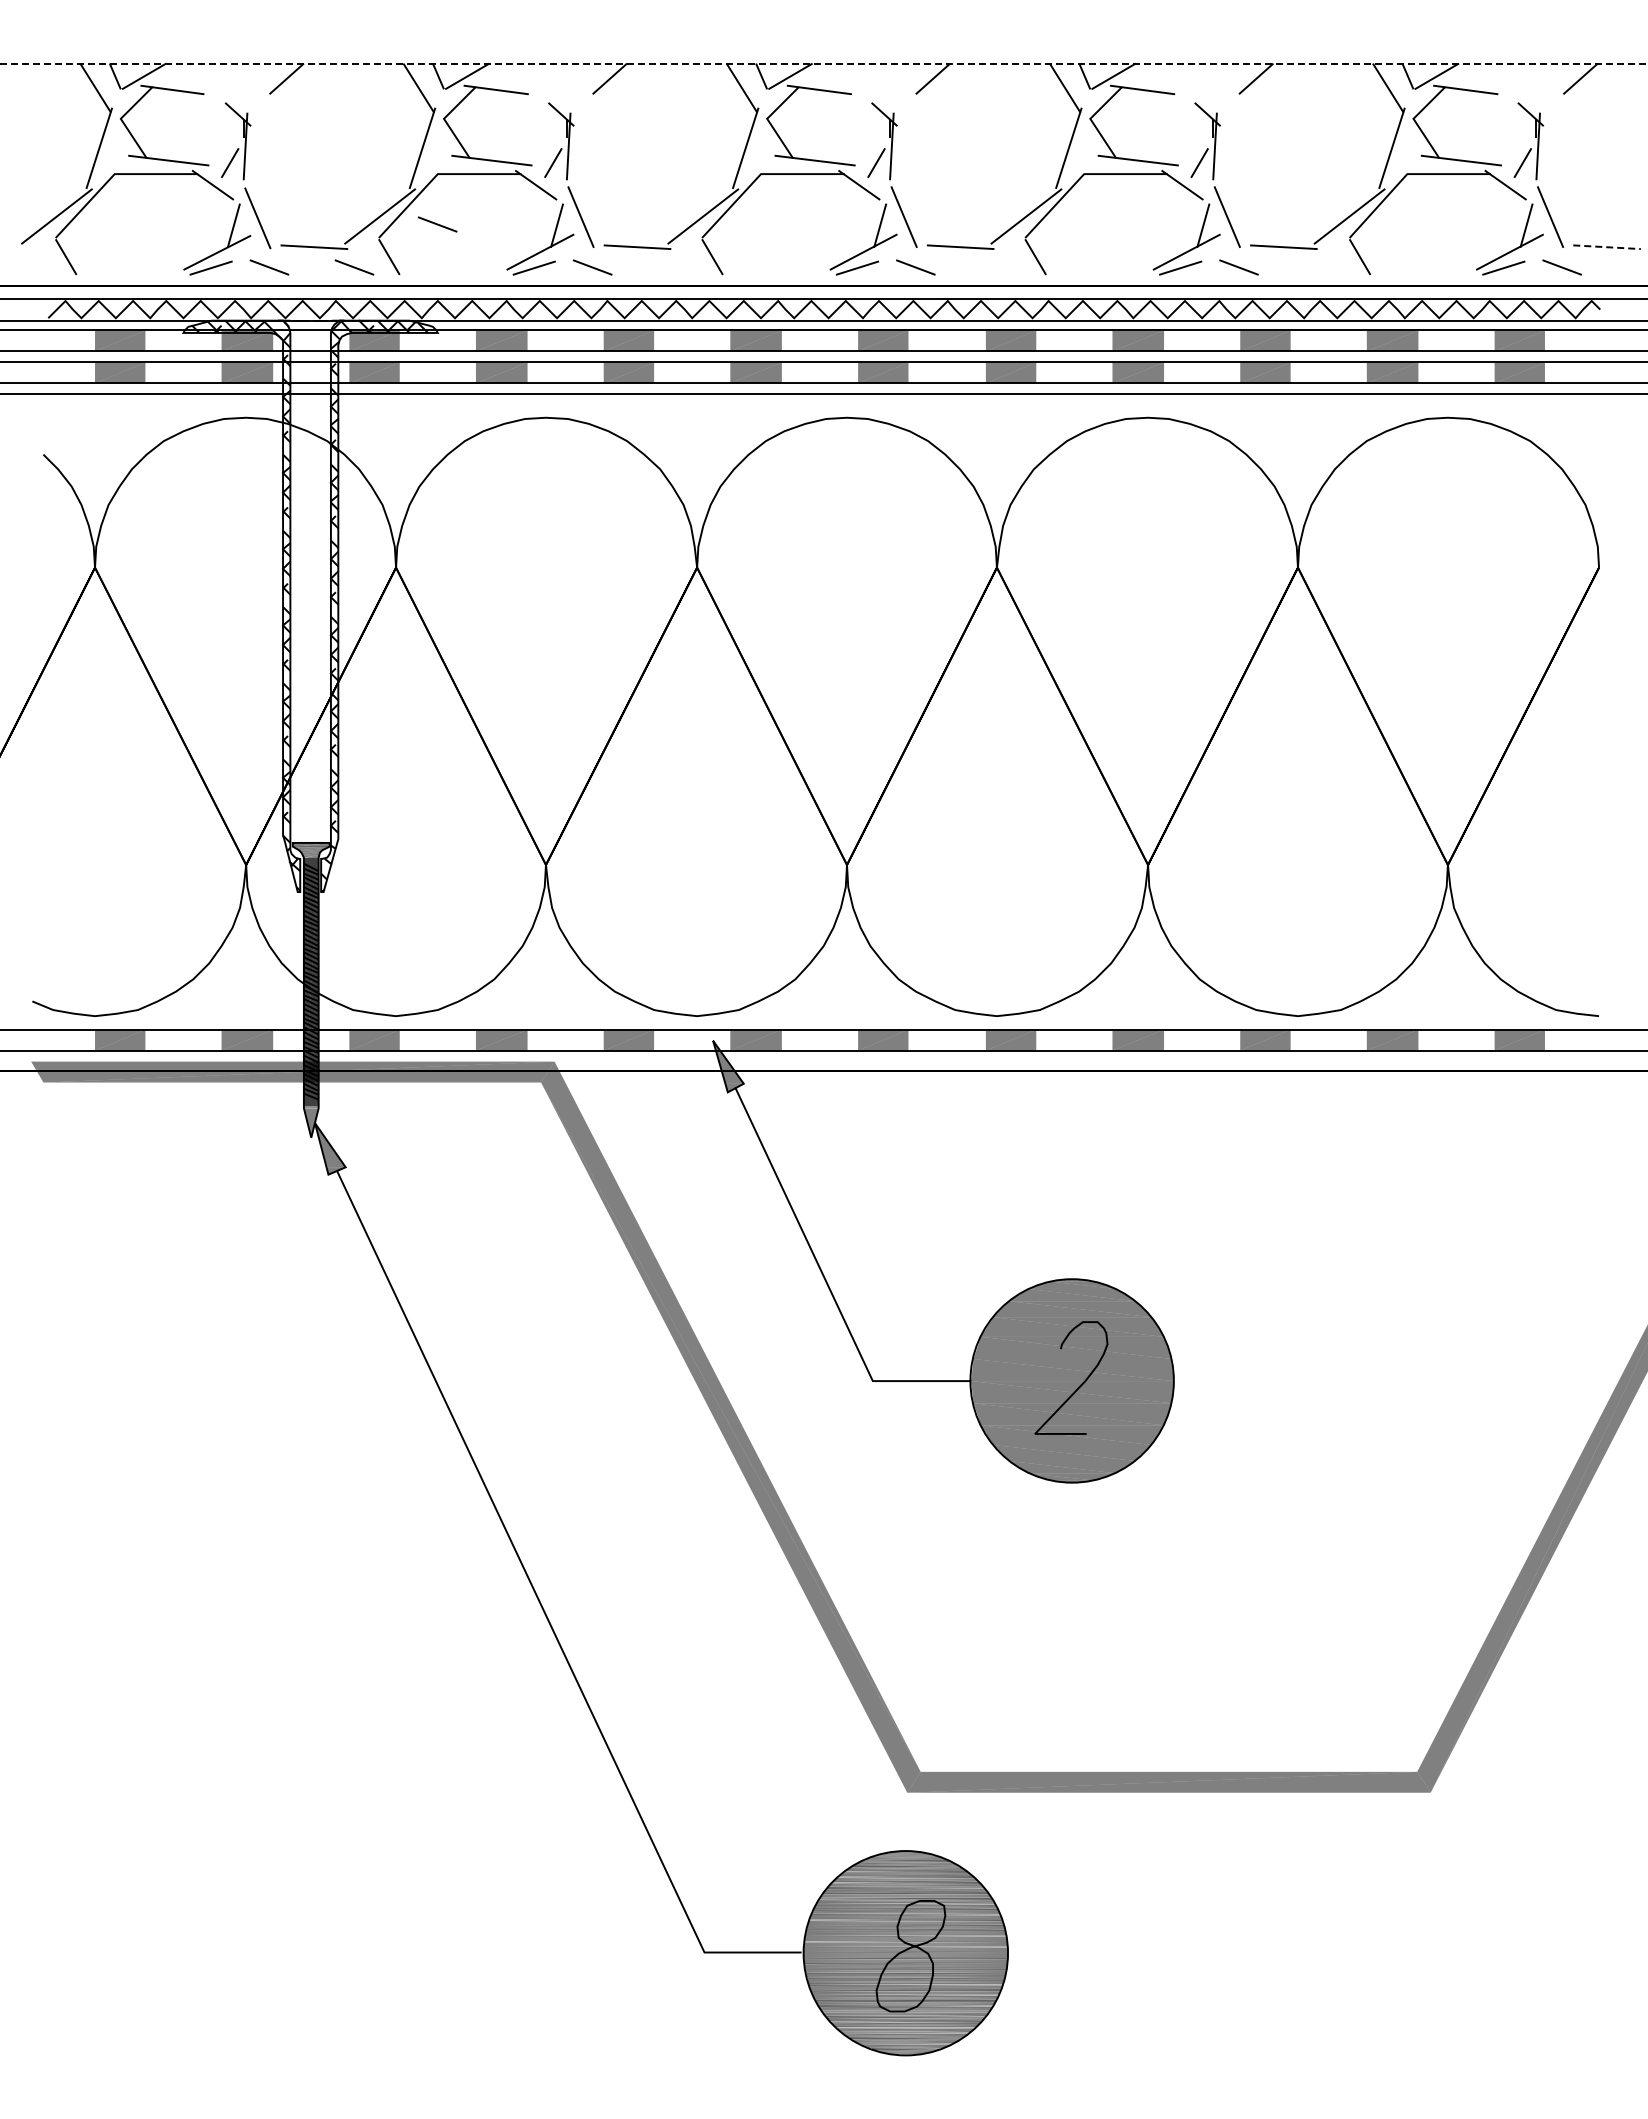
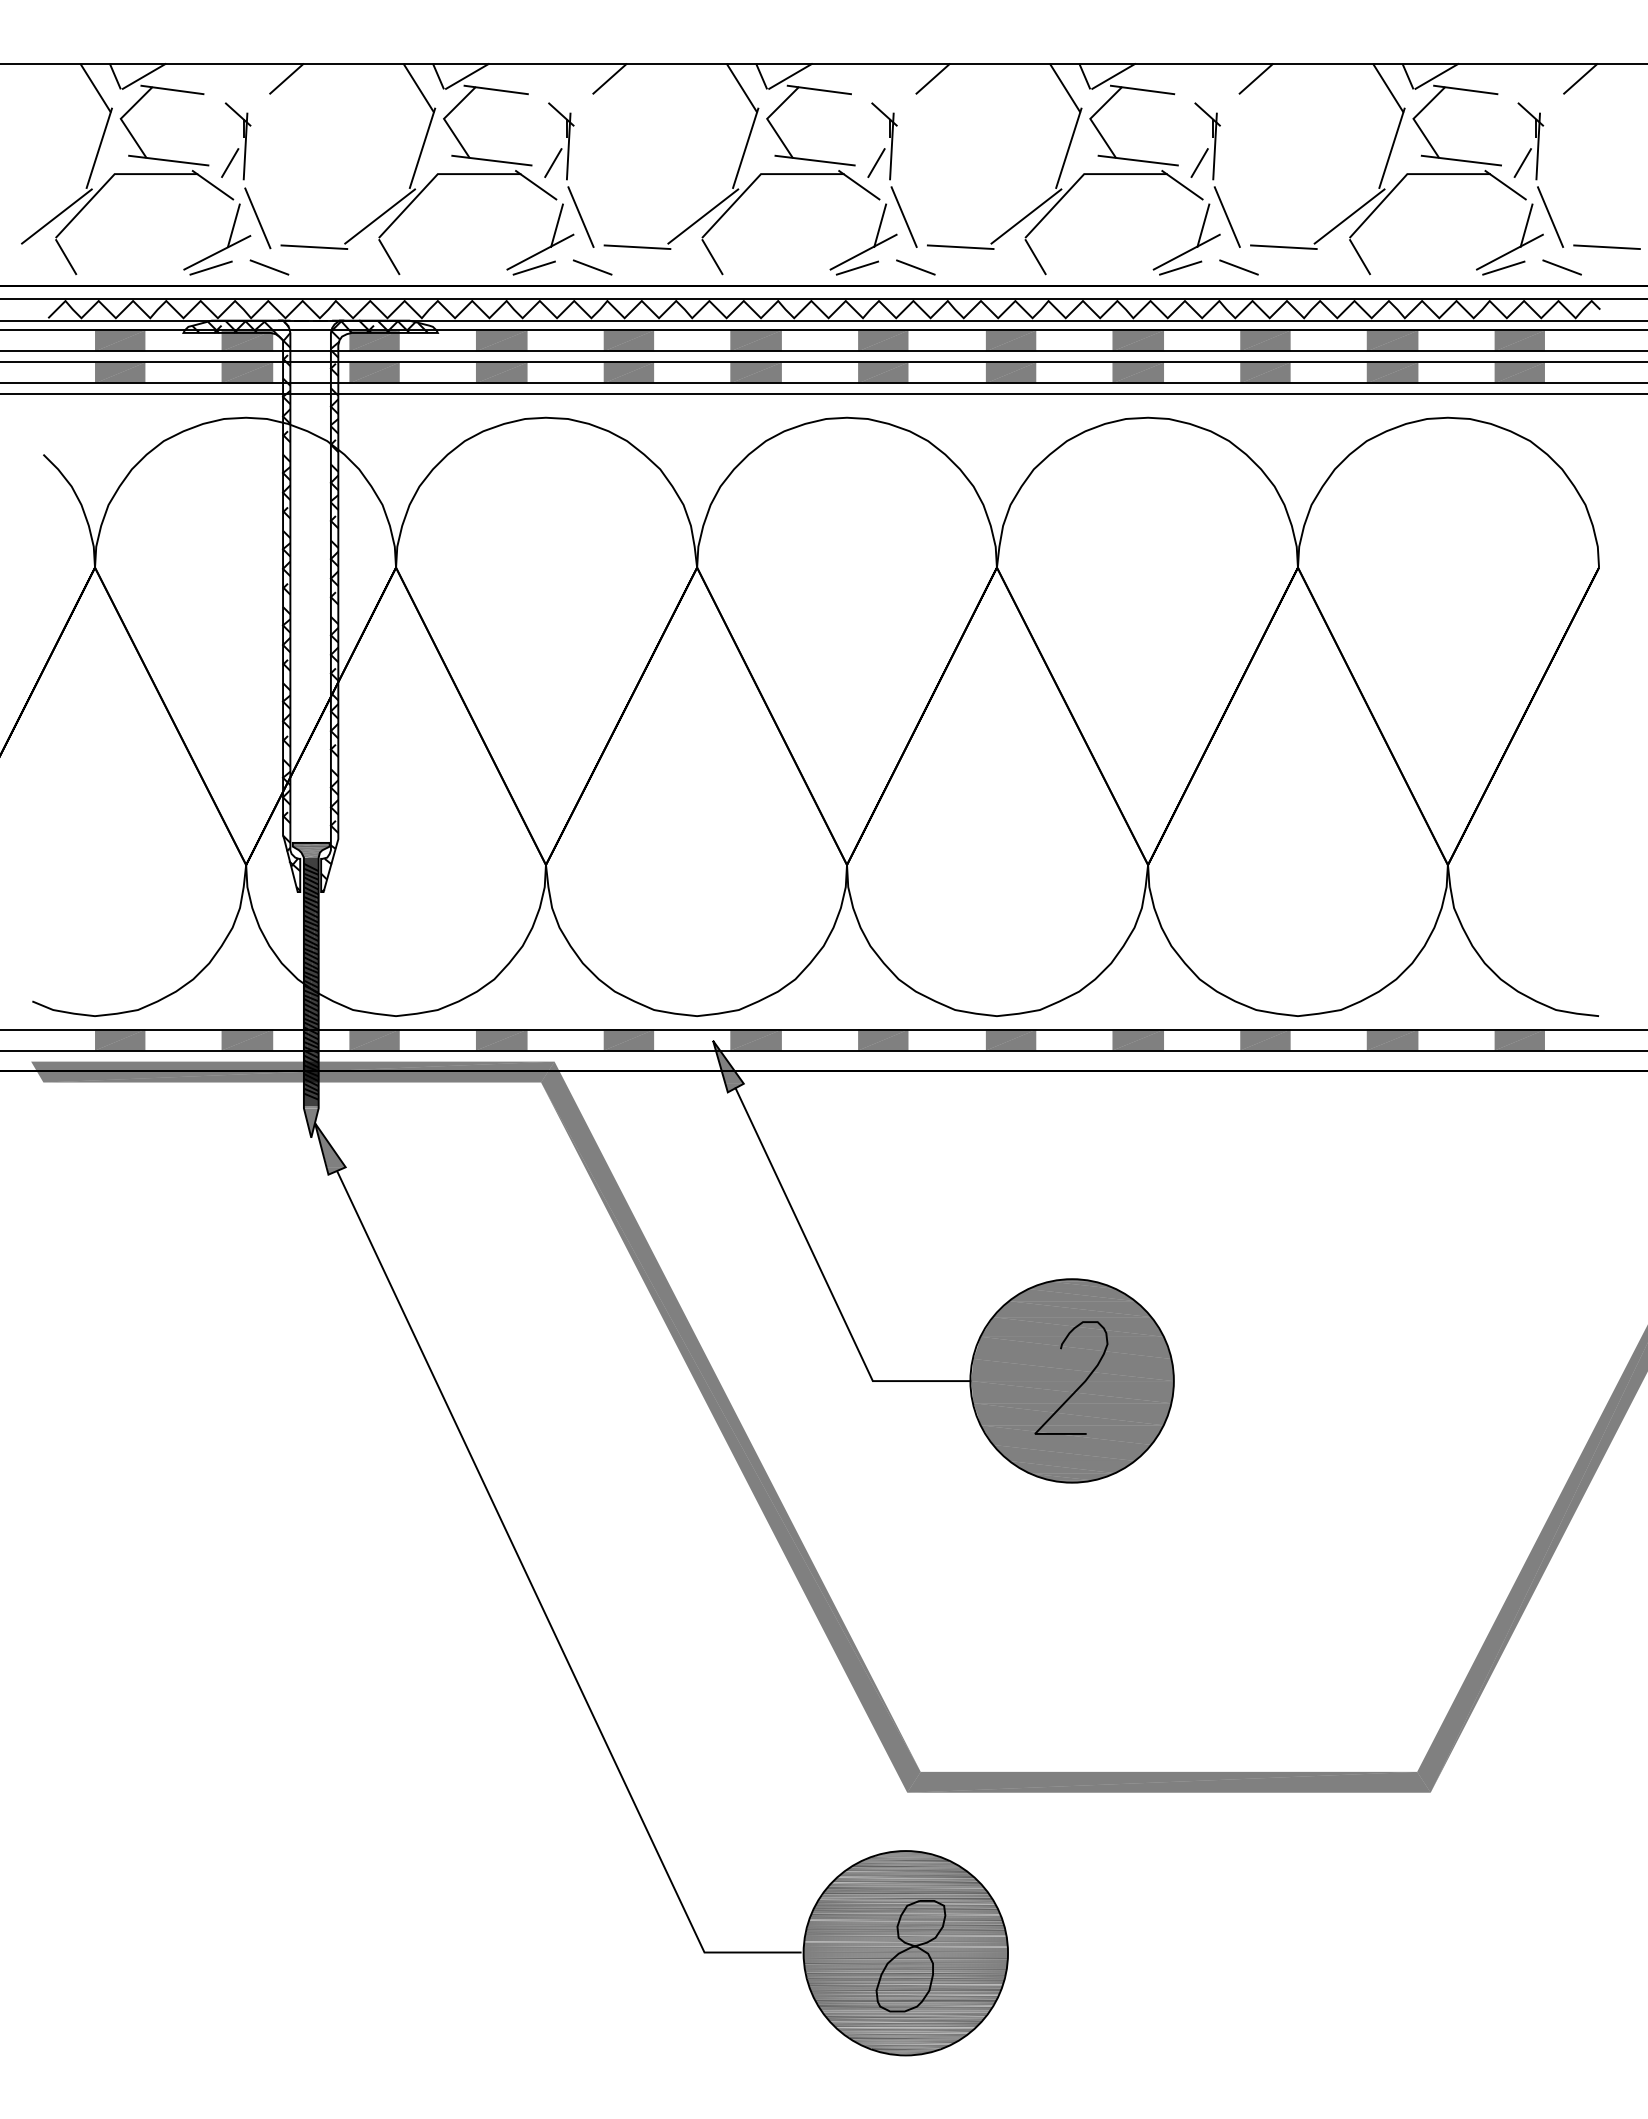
line at (824, 63): dashed -> solid
line at (437, 224): present -> none
line at (1607, 247): dashed -> solid
line at (354, 267): present -> none
